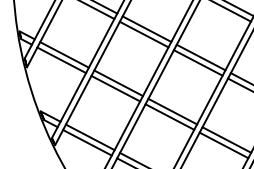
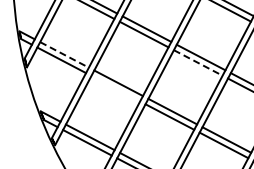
line at (65, 55): solid -> dashed
line at (198, 63): solid -> dashed
line at (115, 88): present -> none
